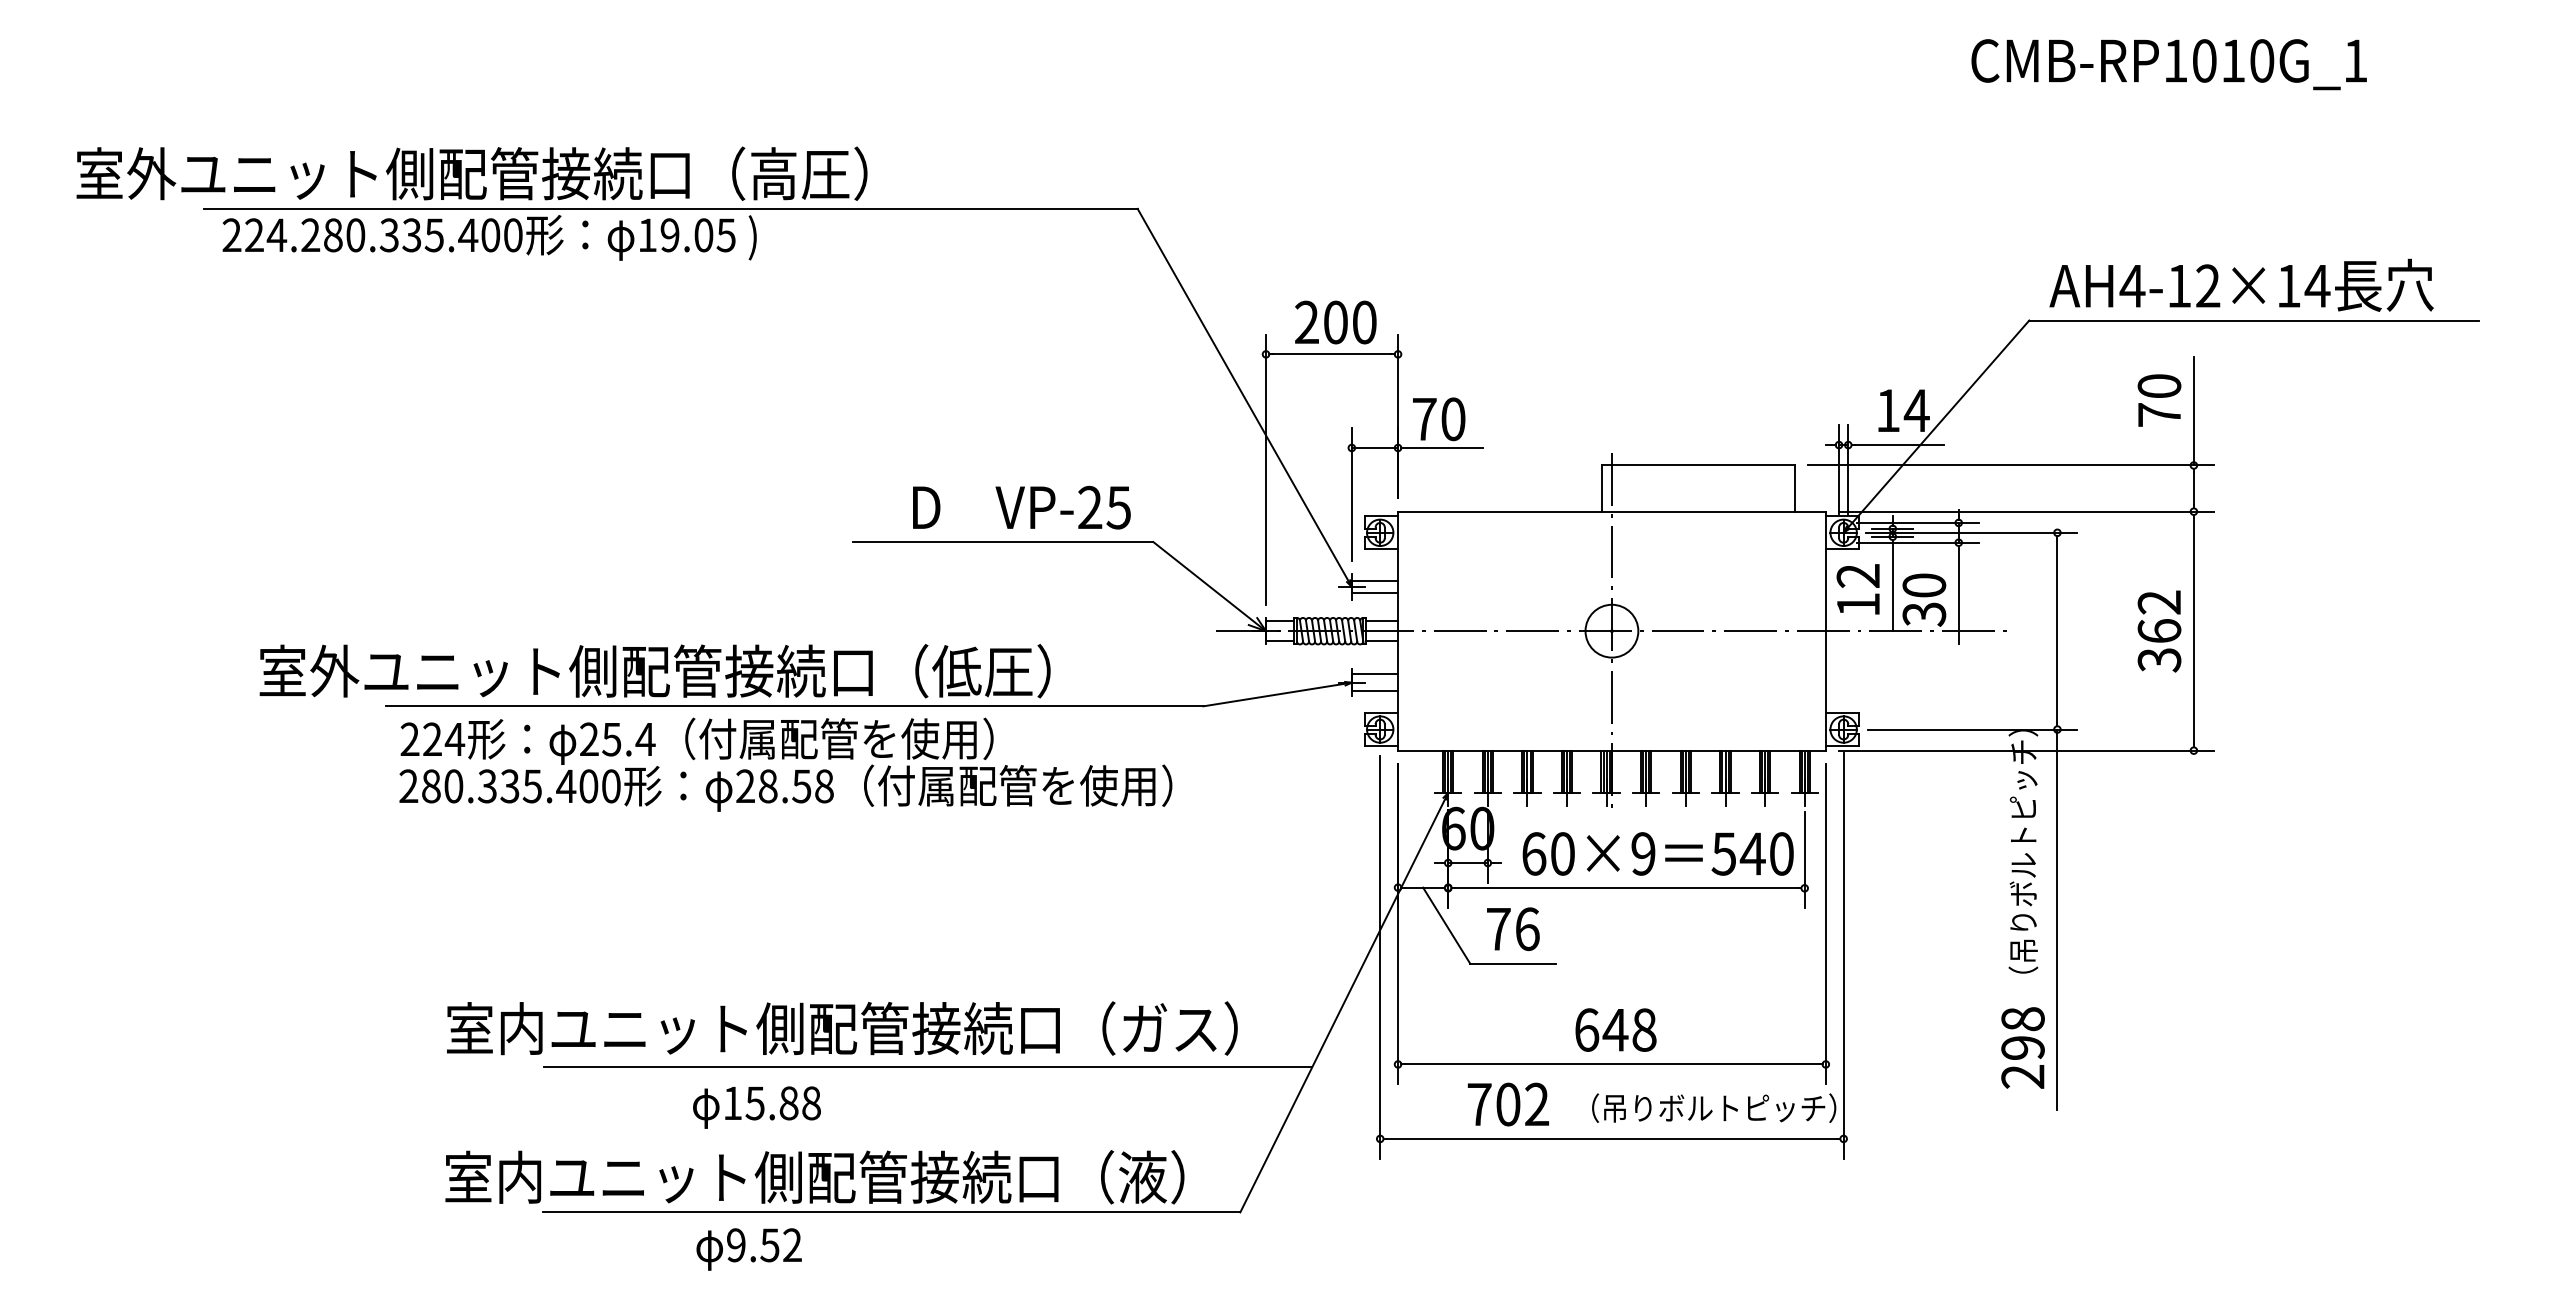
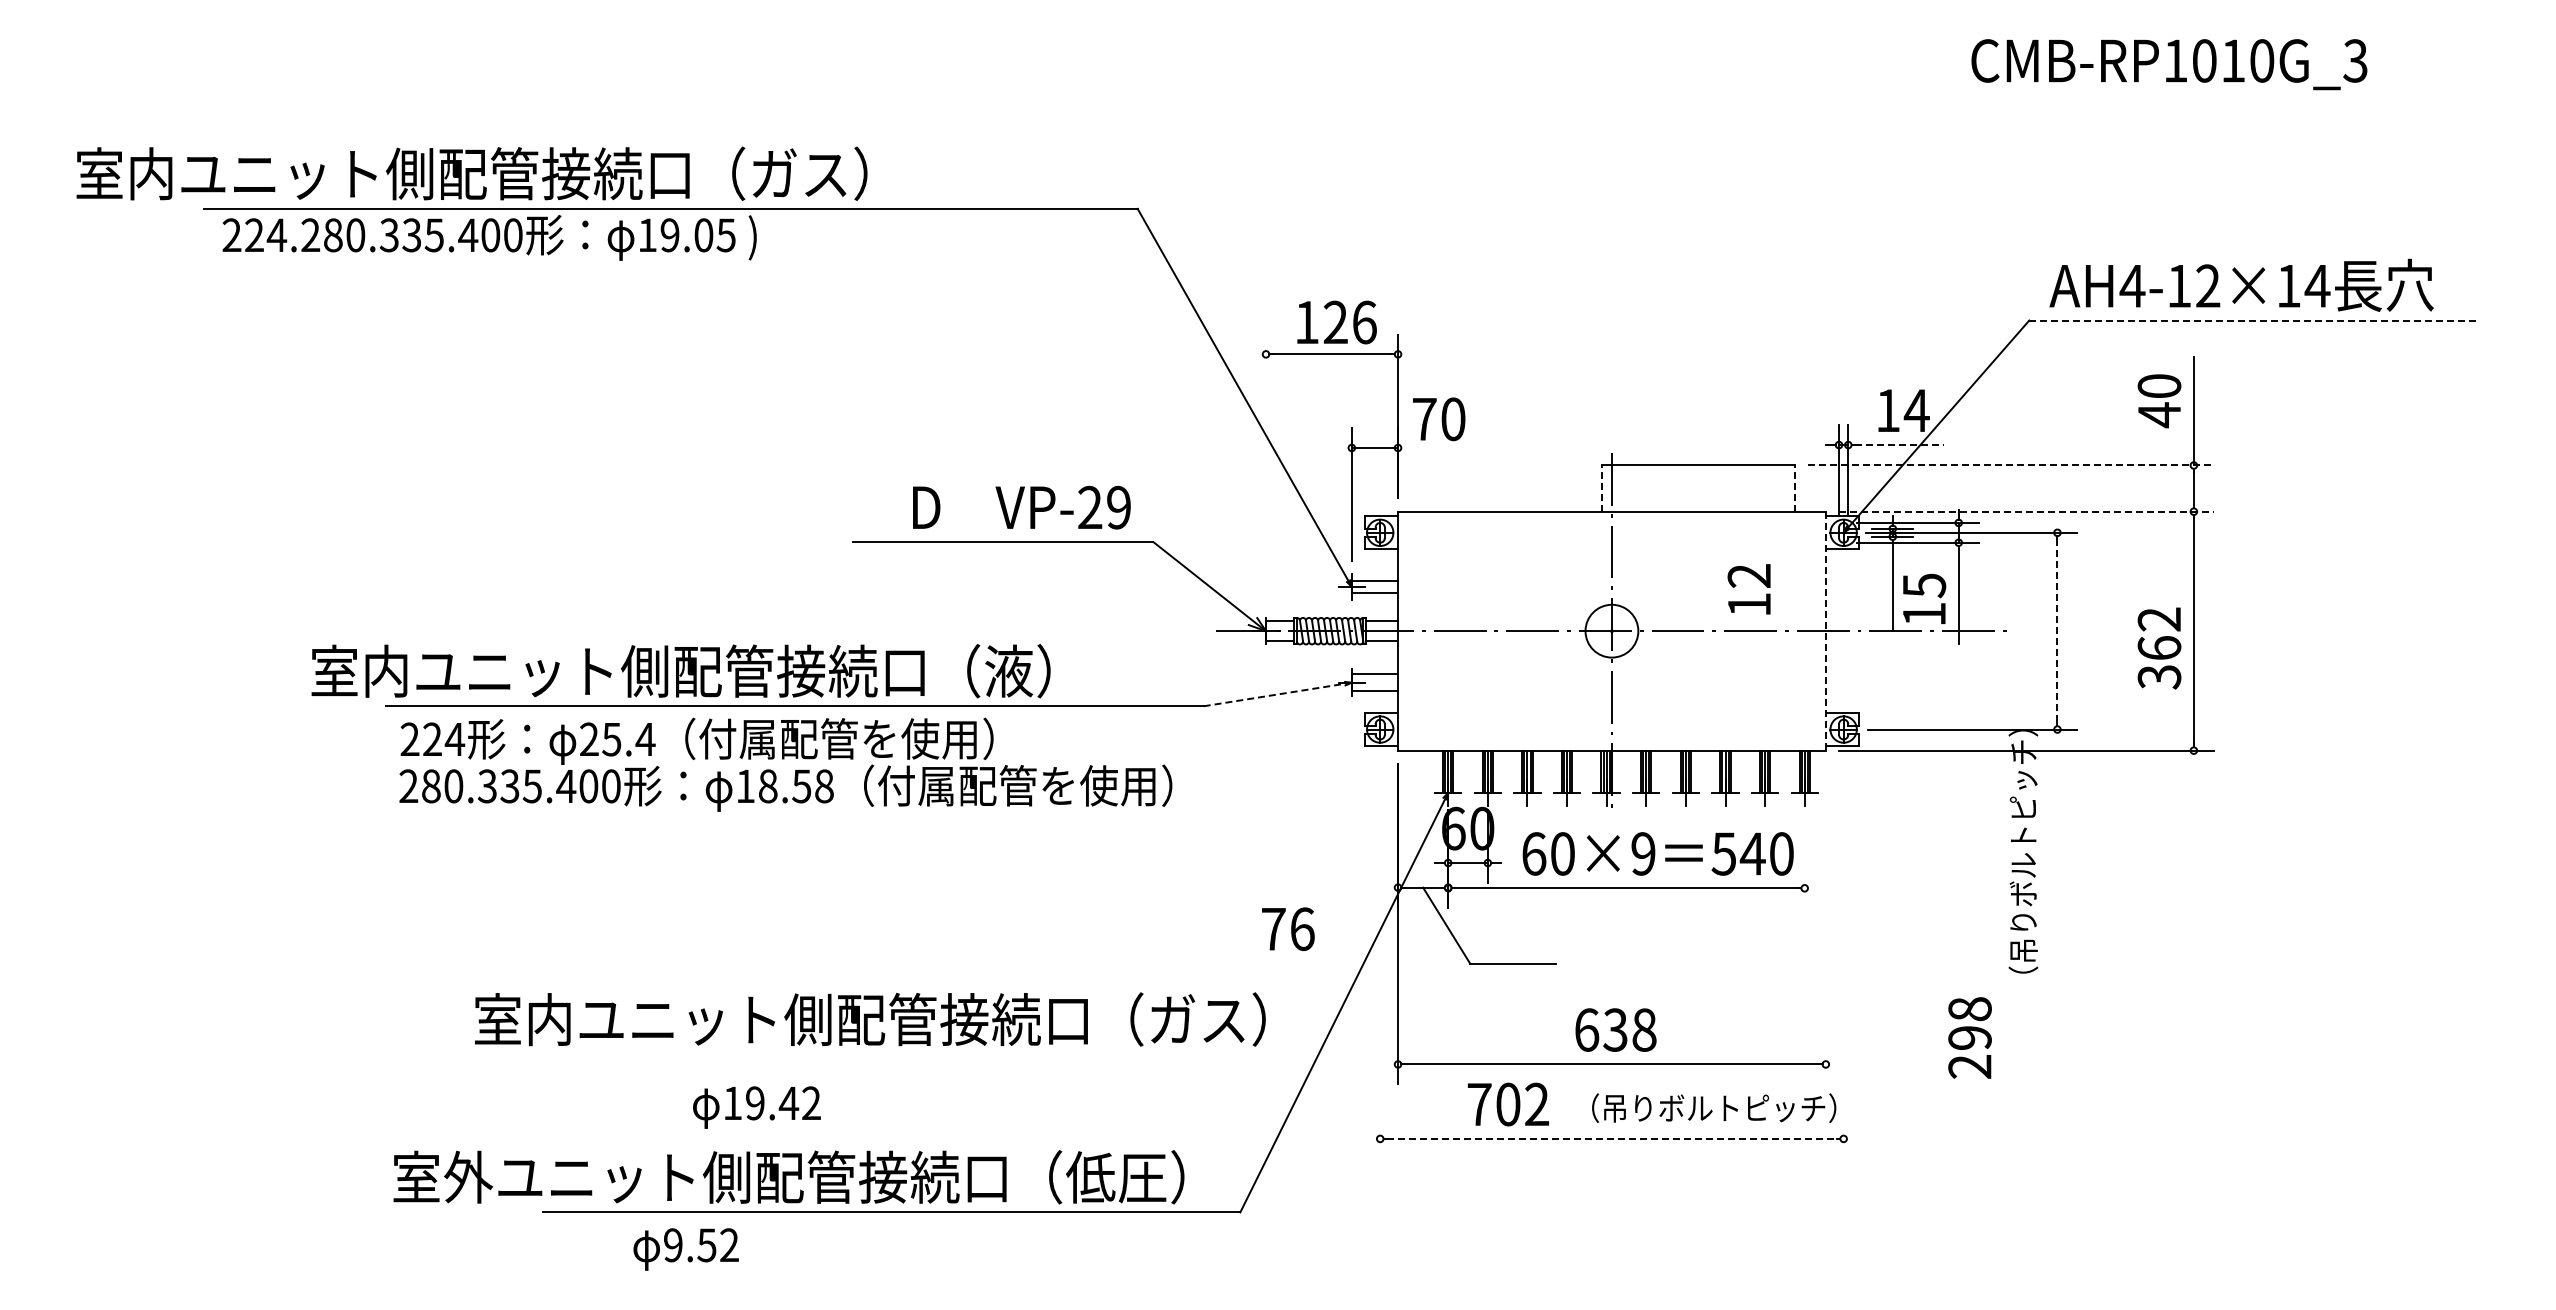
text at (2355, 60): CMB-RP1010G_1 -> CMB-RP1010G_3
text at (488, 173): 室外ユニット側配管接続口（高圧） -> 室内ユニット側配管接続口（ガス）
line at (2254, 320): solid -> dashed
text at (1335, 322): 200 -> 126
text at (2159, 415): 70 -> 40
line at (1899, 445): solid -> dashed
line at (1442, 447): present -> none
line at (2010, 465): solid -> dashed
line at (1266, 469): present -> none
line at (1601, 488): solid -> dashed
line at (1794, 488): solid -> dashed
text at (1118, 507): VP-25 -> VP-29
line at (2026, 511): solid -> dashed
text at (1857, 589) position: (1857, 589) -> (1748, 589)
text at (1924, 599): 30 -> 15
line at (1825, 631): solid -> dashed
line at (2057, 631): solid -> dashed
text at (2159, 631) position: (2159, 631) -> (2159, 648)
text at (646, 671): 室外ユニット側配管接続口（低圧） -> 室内ユニット側配管接続口（液）
line at (1277, 694): solid -> dashed
text at (745, 785): 28.58 -> 18.58
line at (1804, 860): present -> none
line at (2057, 919): present -> none
line at (1825, 923): present -> none
text at (1513, 928) position: (1513, 928) -> (1288, 928)
line at (1843, 955): present -> none
line at (1380, 957): present -> none
text at (842, 1028) position: (842, 1028) -> (870, 1019)
text at (1615, 1029): 648 -> 638
text at (2022, 1047) position: (2022, 1047) -> (1969, 1037)
line at (927, 1067): present -> none
text at (782, 1103): 15.88 -> 19.42
line at (1612, 1138): solid -> dashed
text at (780, 1177): 室内ユニット側配管接続口（液） -> 室外ユニット側配管接続口（低圧）
text at (748, 1249) position: (748, 1249) -> (685, 1249)
